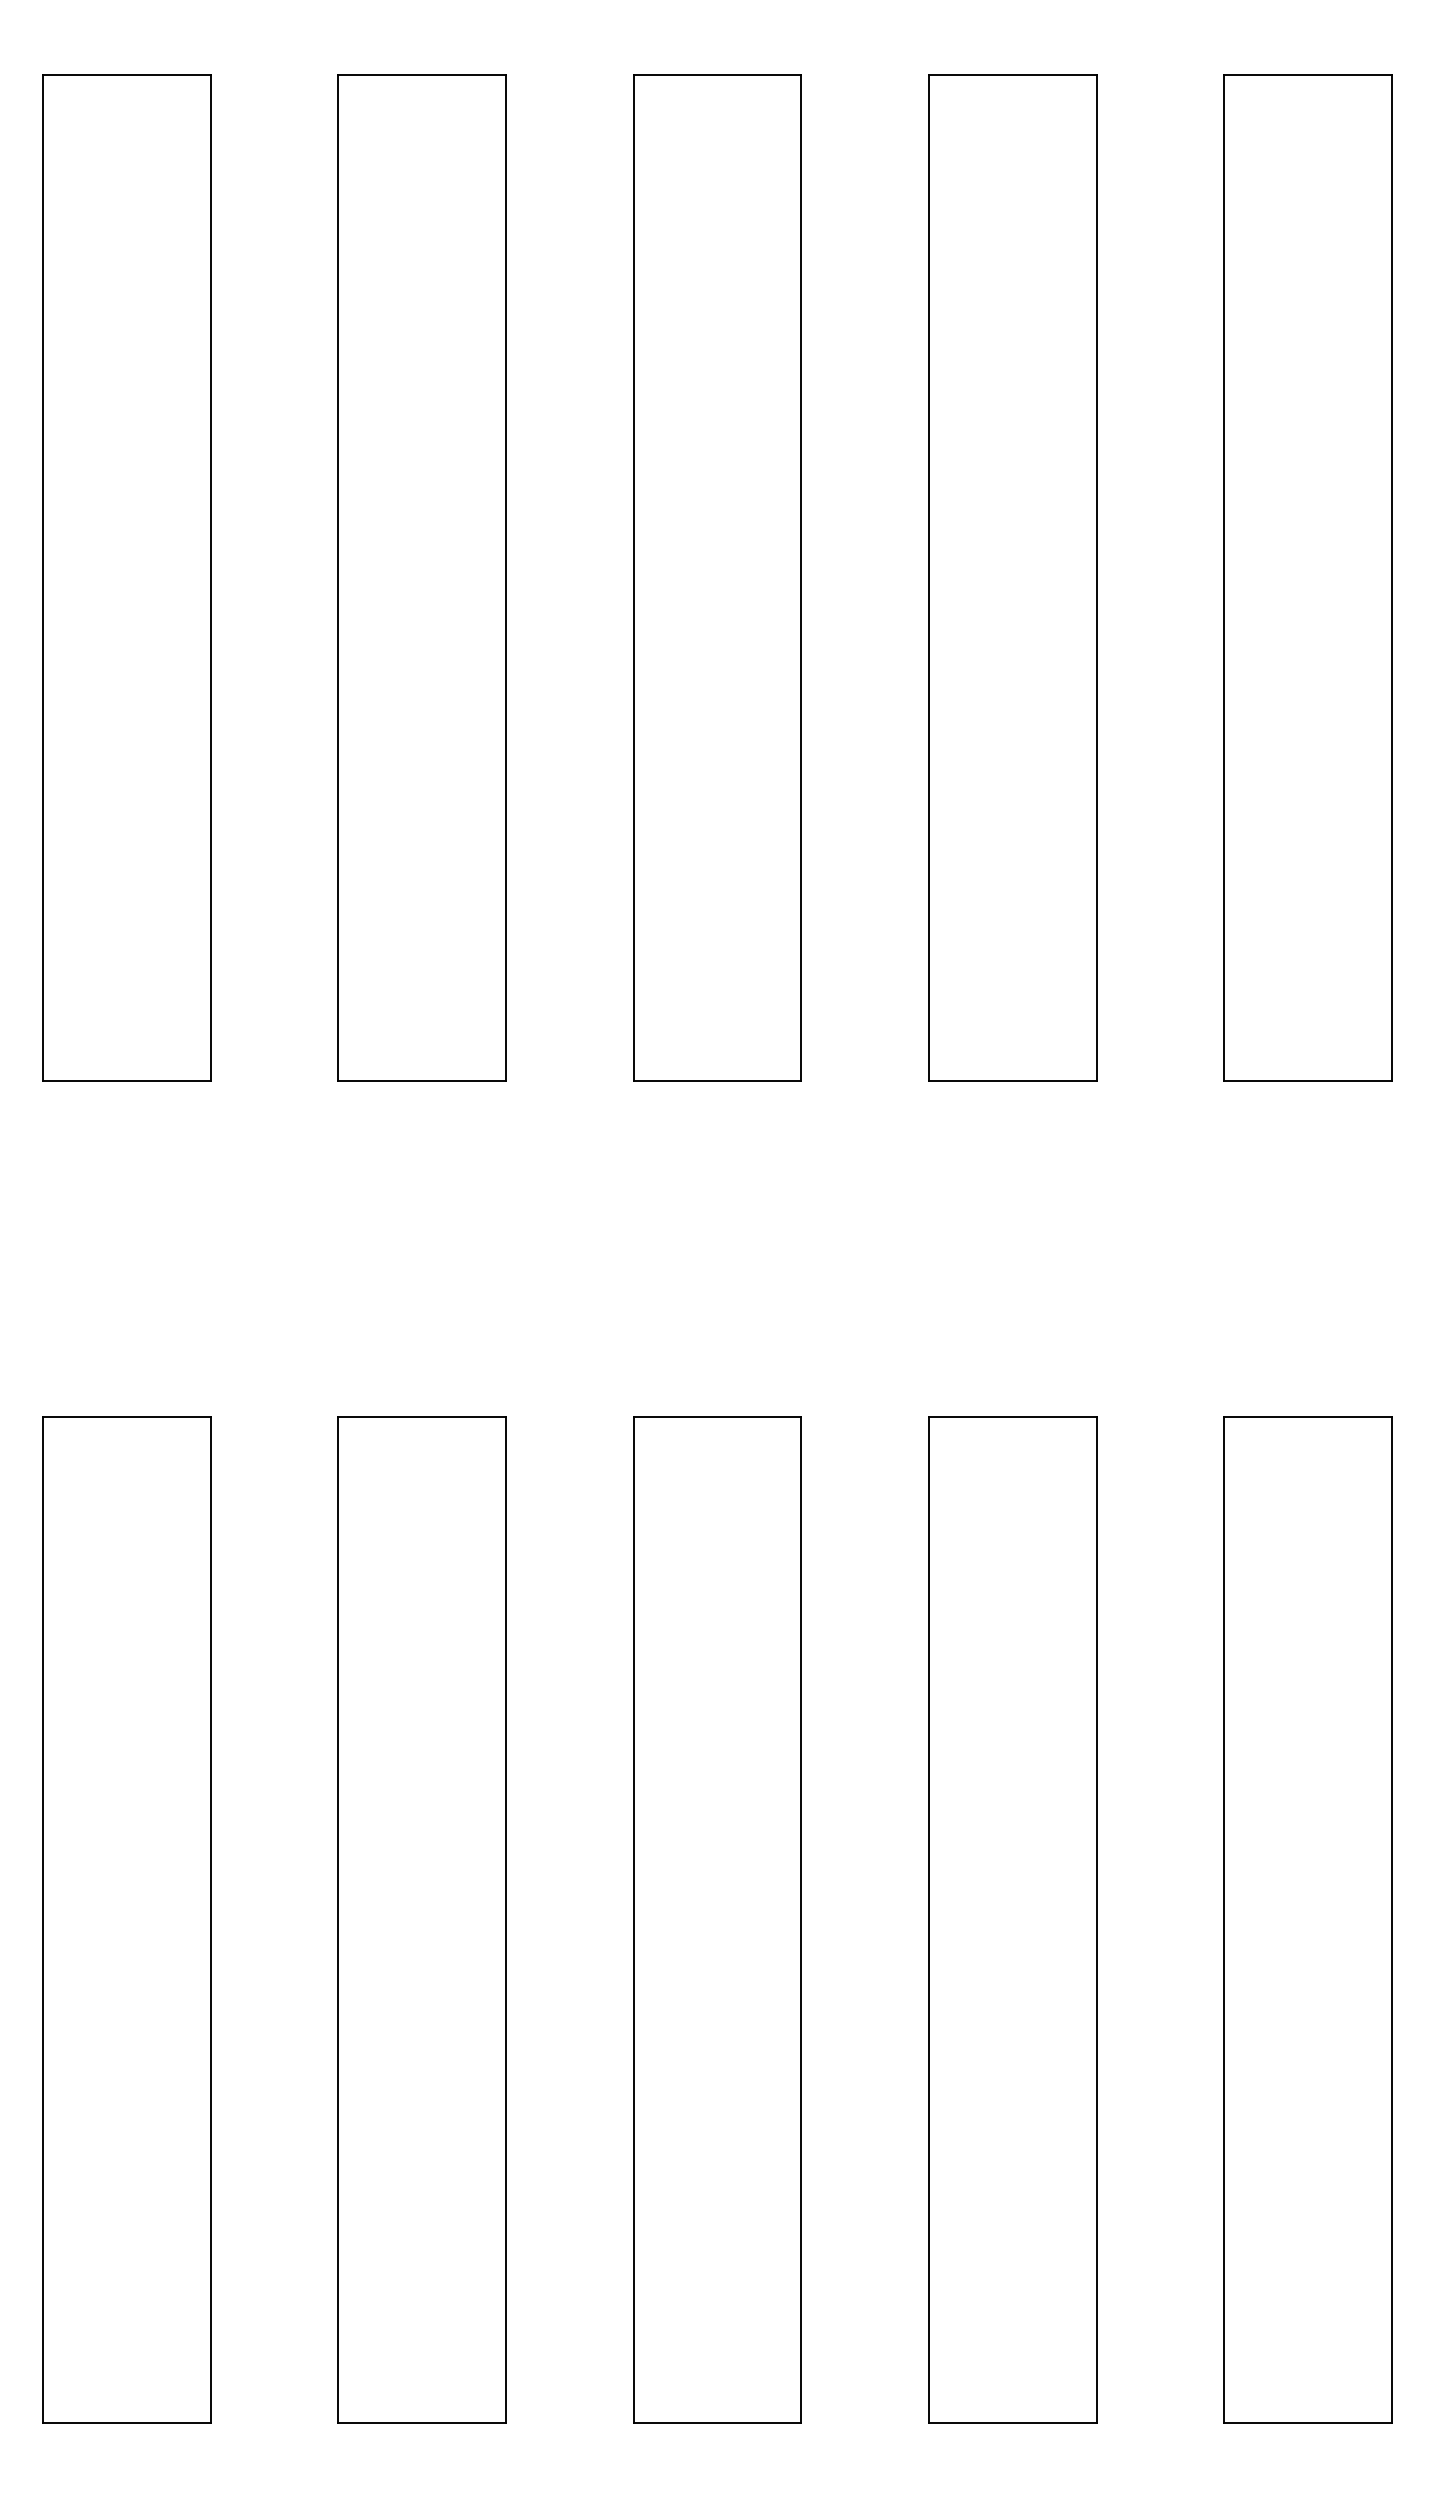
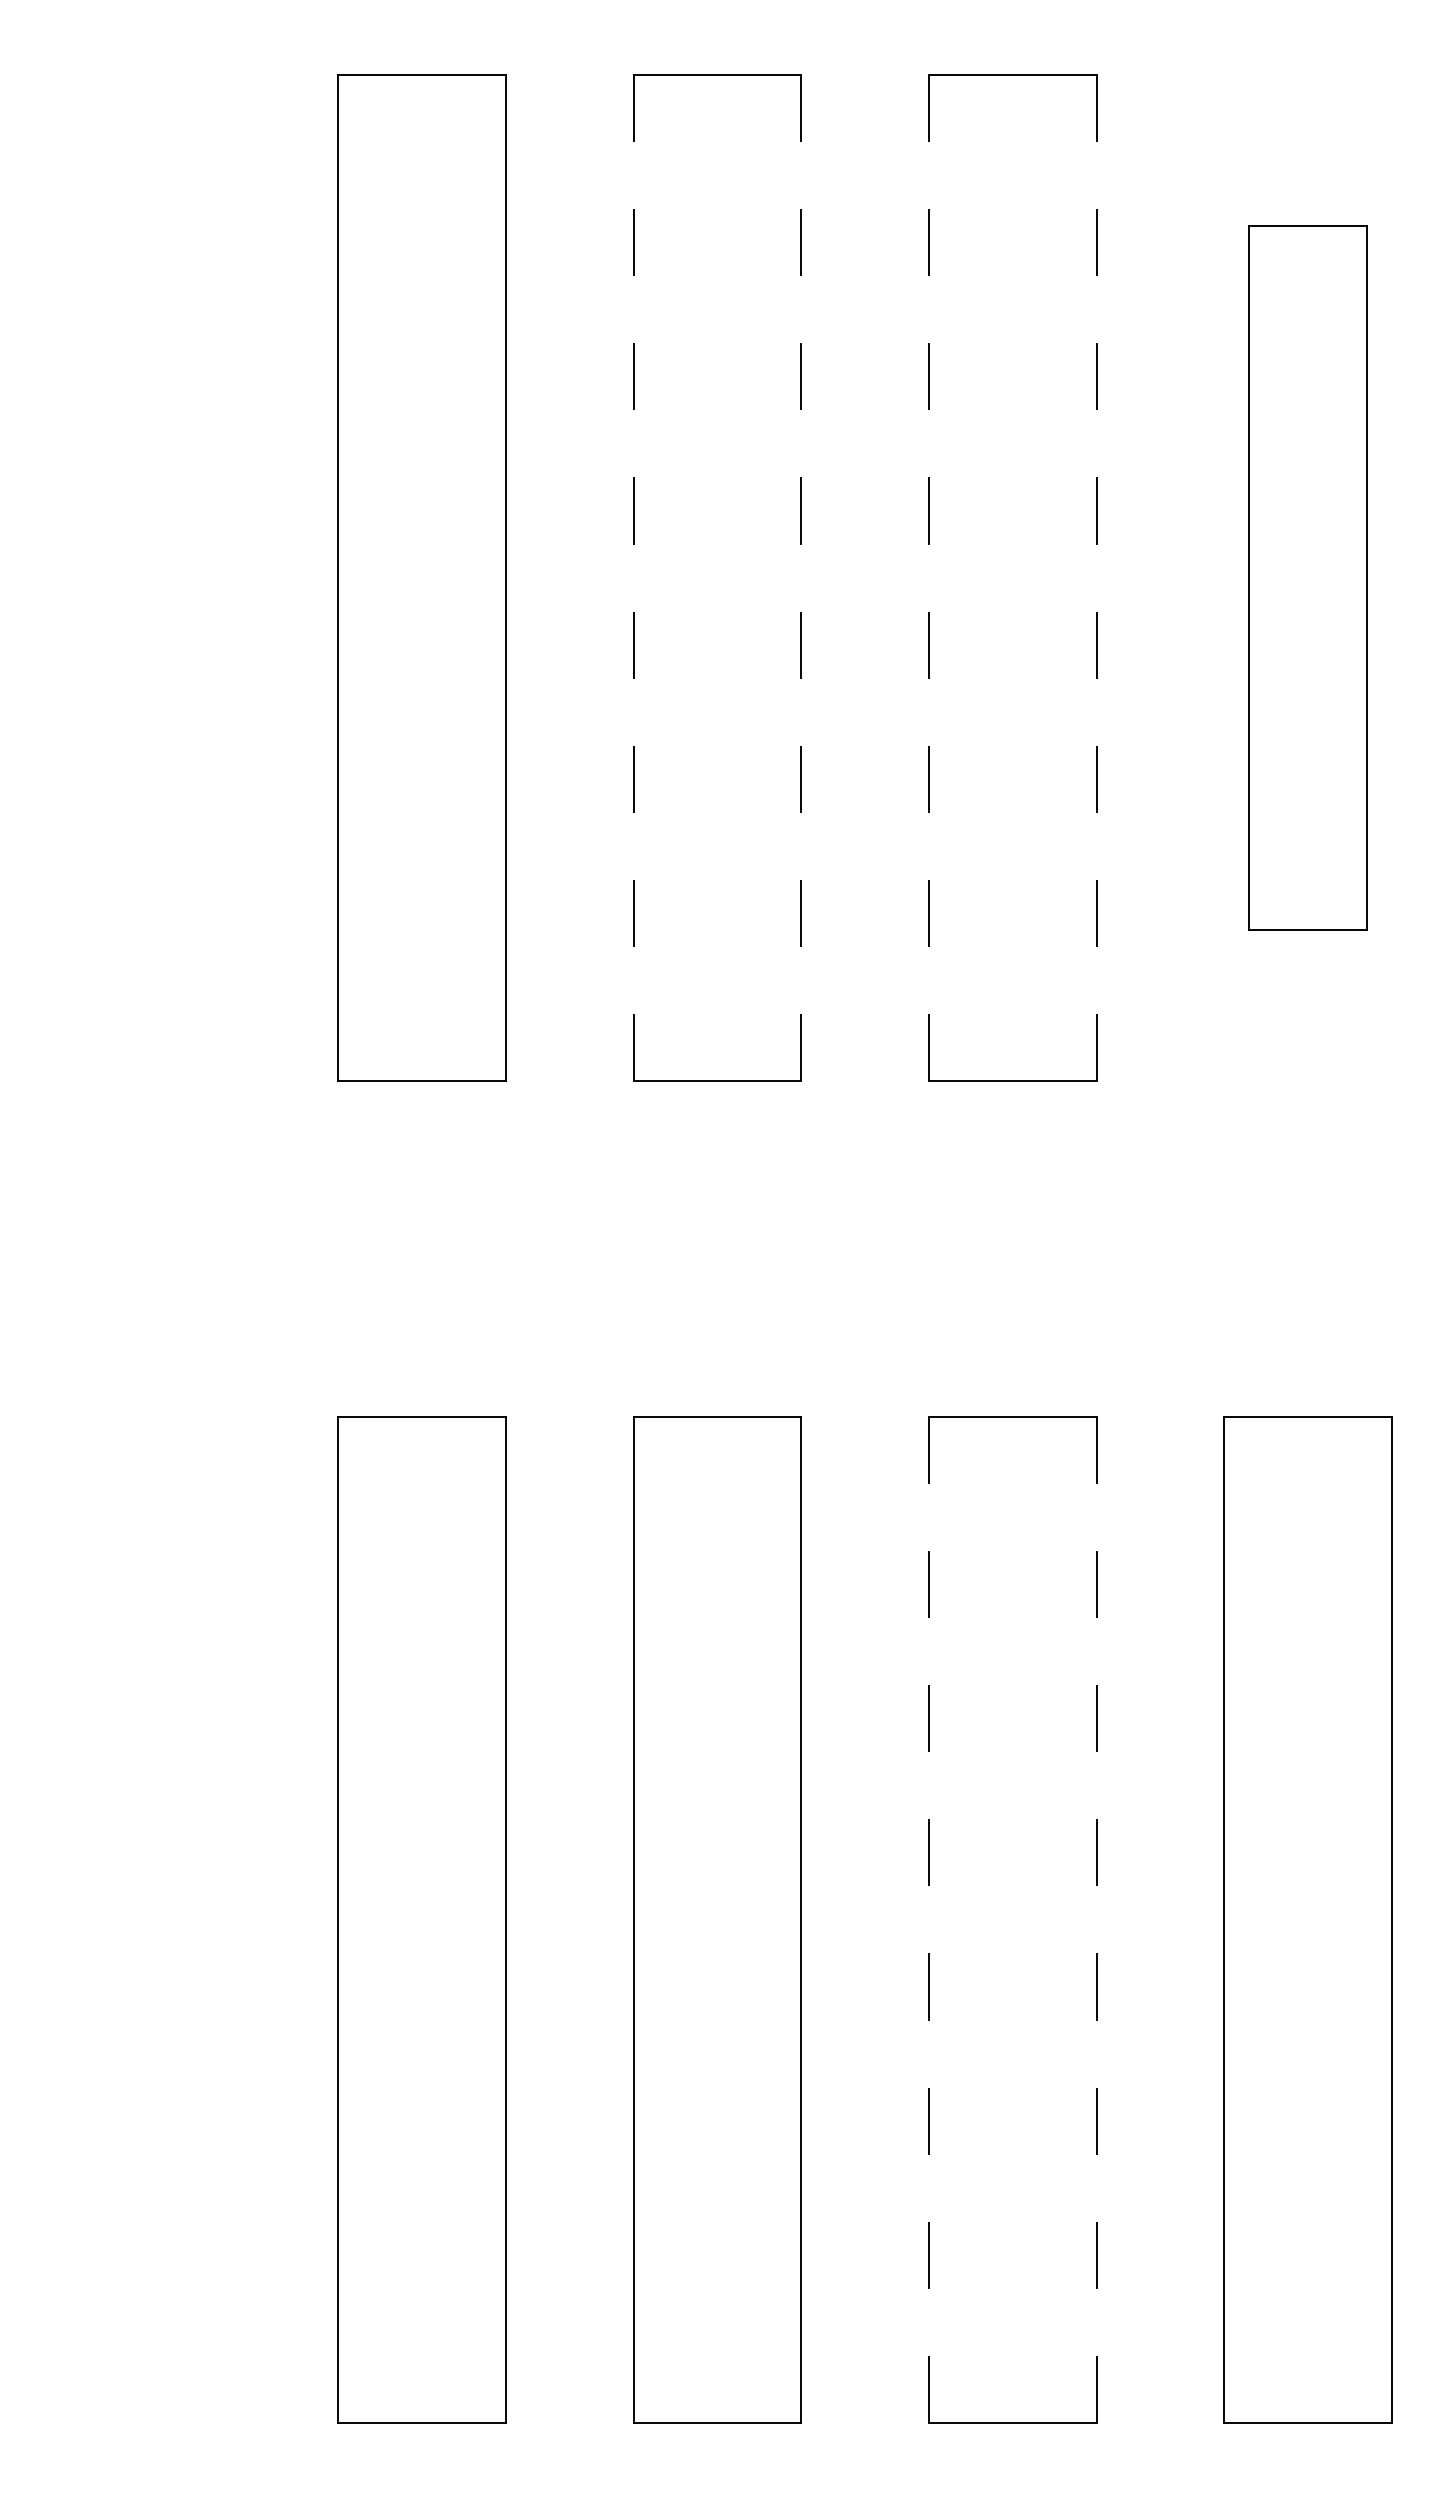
part at (126, 577): present -> none
line at (633, 577): solid -> dashed
line at (928, 577): solid -> dashed
part at (1307, 577) size: 170x1008 px -> 120x706 px
line at (801, 578): solid -> dashed
line at (1096, 578): solid -> dashed
part at (126, 1919): present -> none
line at (928, 1919): solid -> dashed
line at (1096, 1920): solid -> dashed
